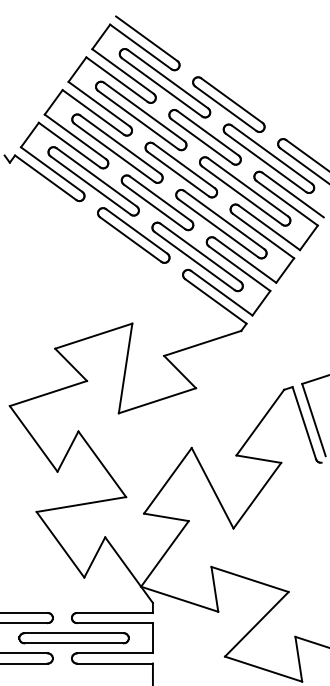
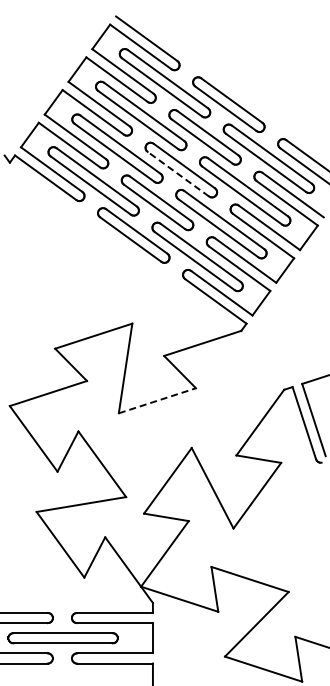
line at (178, 174): solid -> dashed
line at (157, 400): solid -> dashed
part at (73, 638) position: (73, 638) -> (62, 638)
